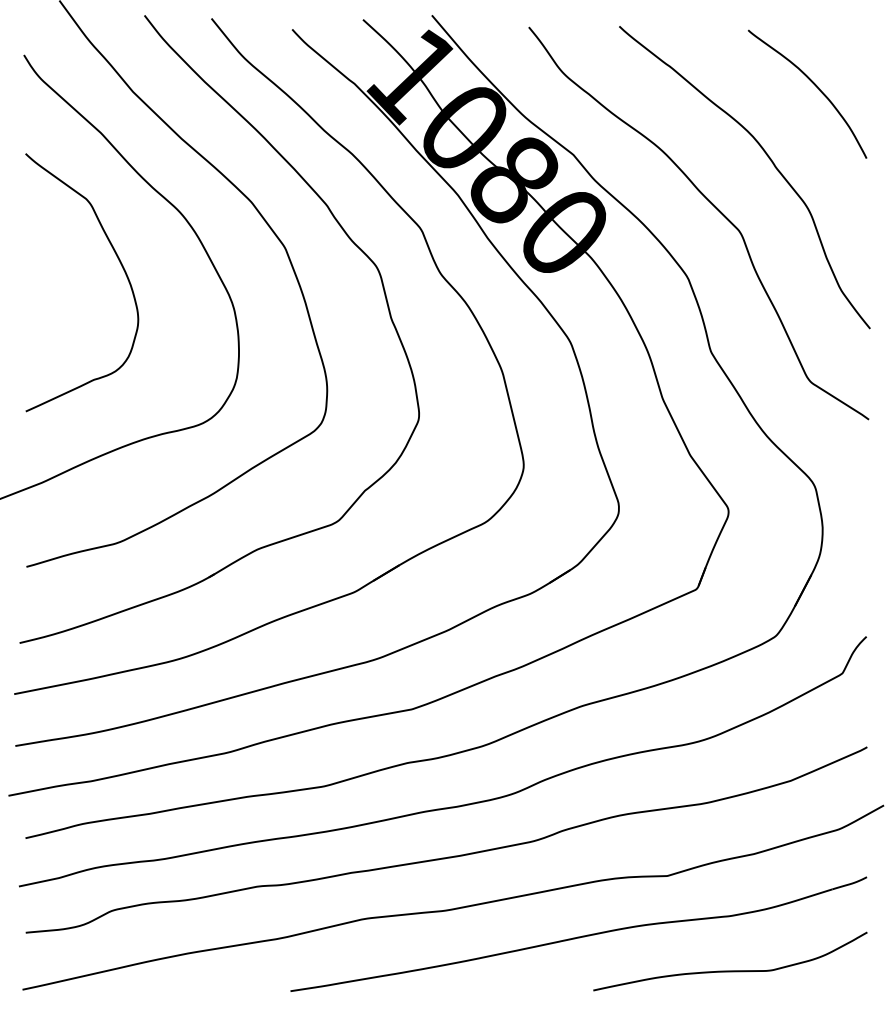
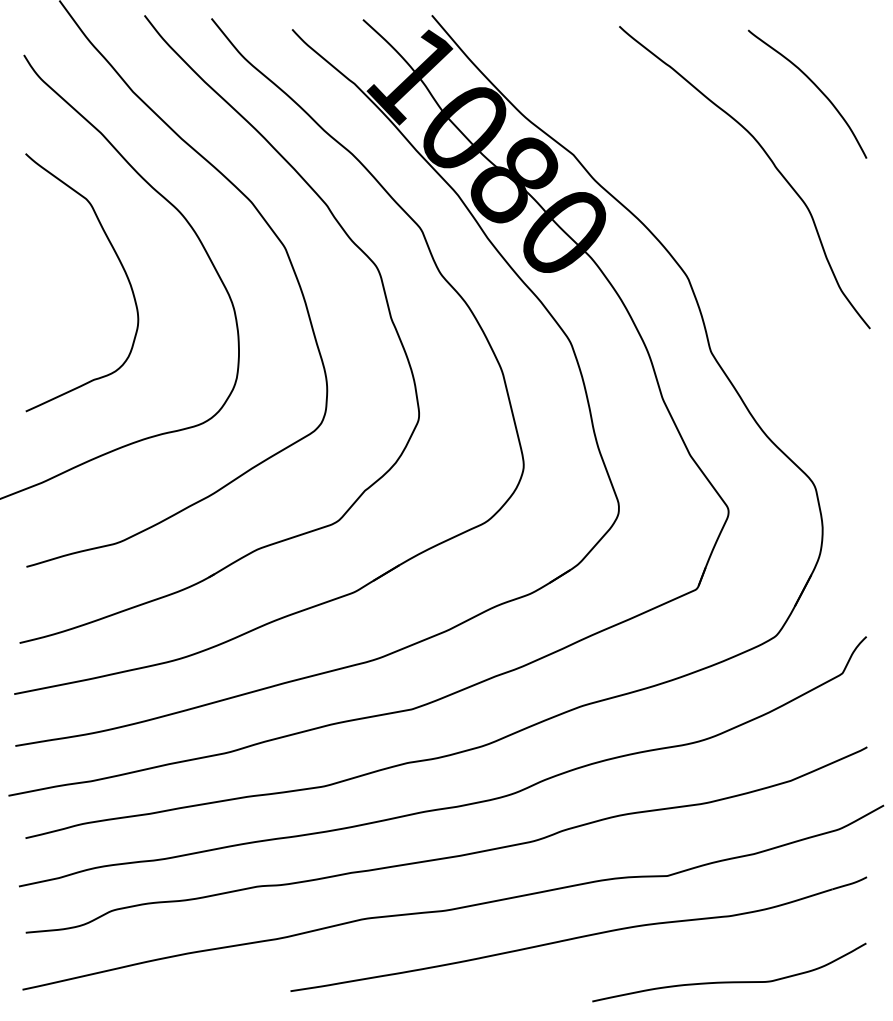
curve at (714, 207): present -> none
curve at (730, 970) position: (730, 970) -> (729, 981)
